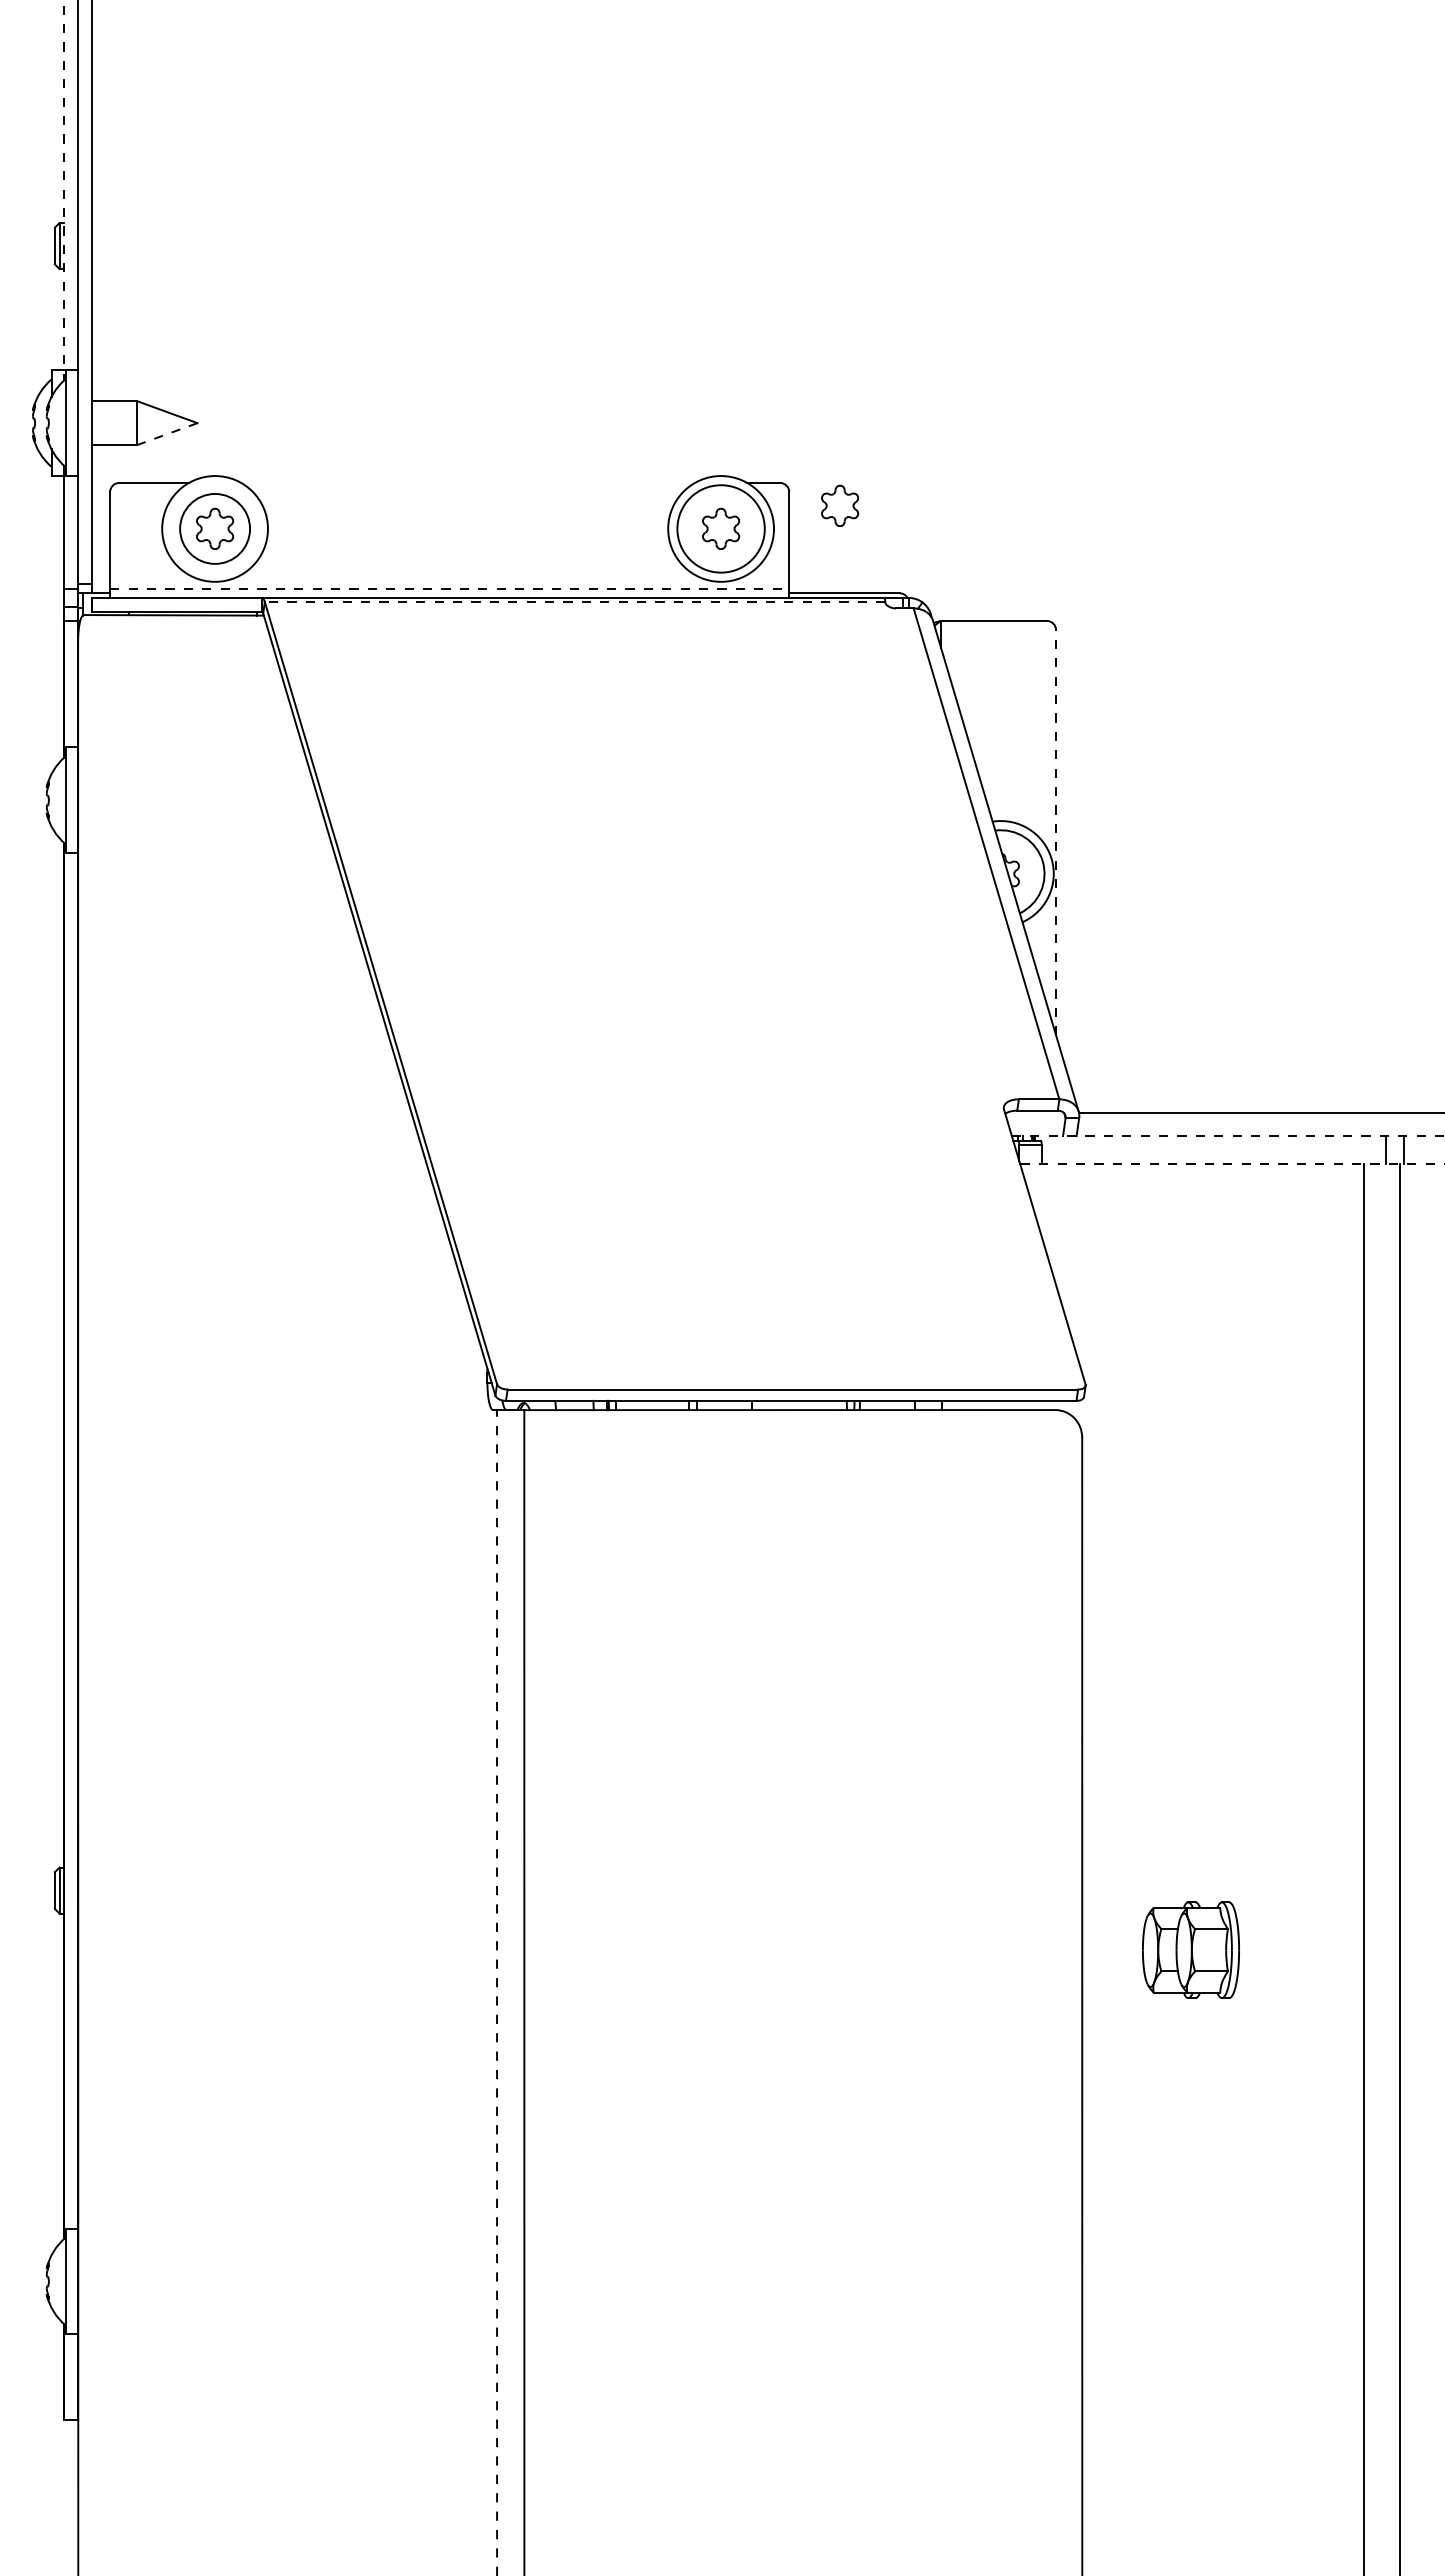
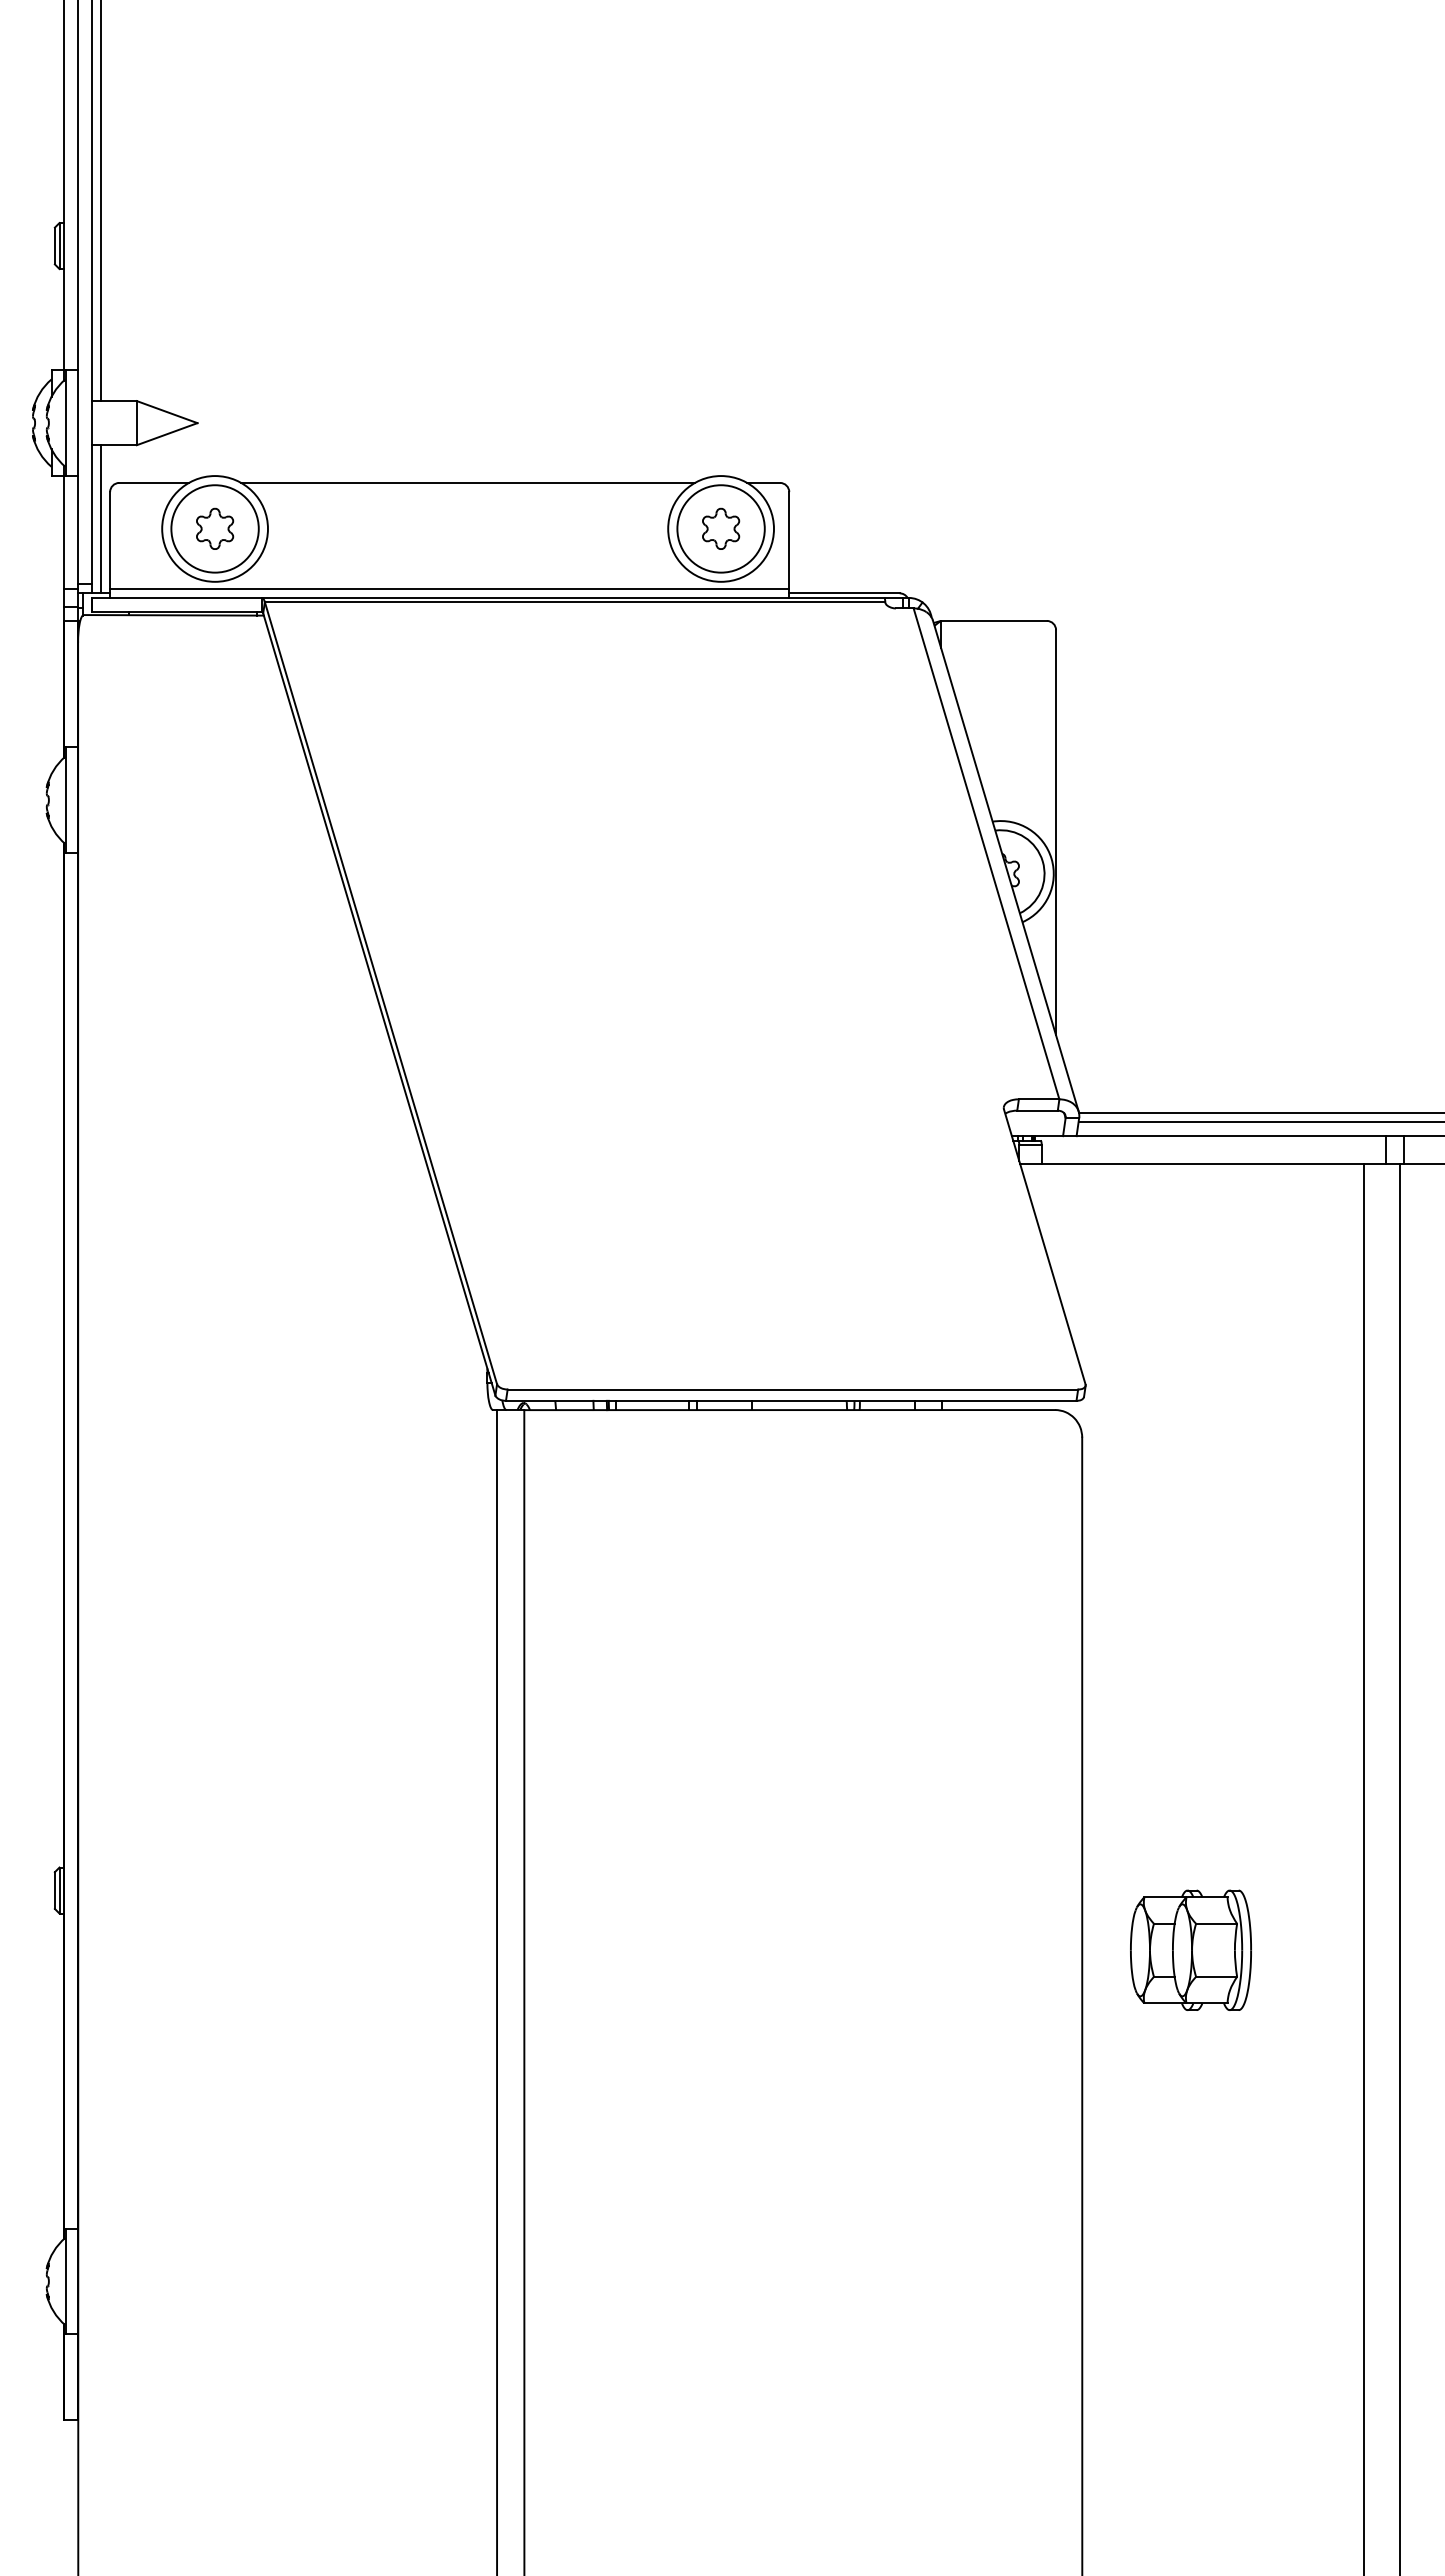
line at (64, 190): dashed -> solid
line at (100, 201): none -> present
line at (166, 434): dashed -> solid
line at (468, 482): none -> present
part at (840, 505): present -> none
line at (100, 519): none -> present
circle at (215, 528) diameter: 70 px -> 87 px
line at (449, 588): dashed -> solid
line at (574, 602): dashed -> solid
line at (1056, 832): dashed -> solid
line at (1259, 1122): none -> present
line at (1228, 1136): dashed -> solid
line at (1232, 1163): dashed -> solid
part at (1190, 1949) size: 98x98 px -> 122x122 px
line at (497, 1992): dashed -> solid
